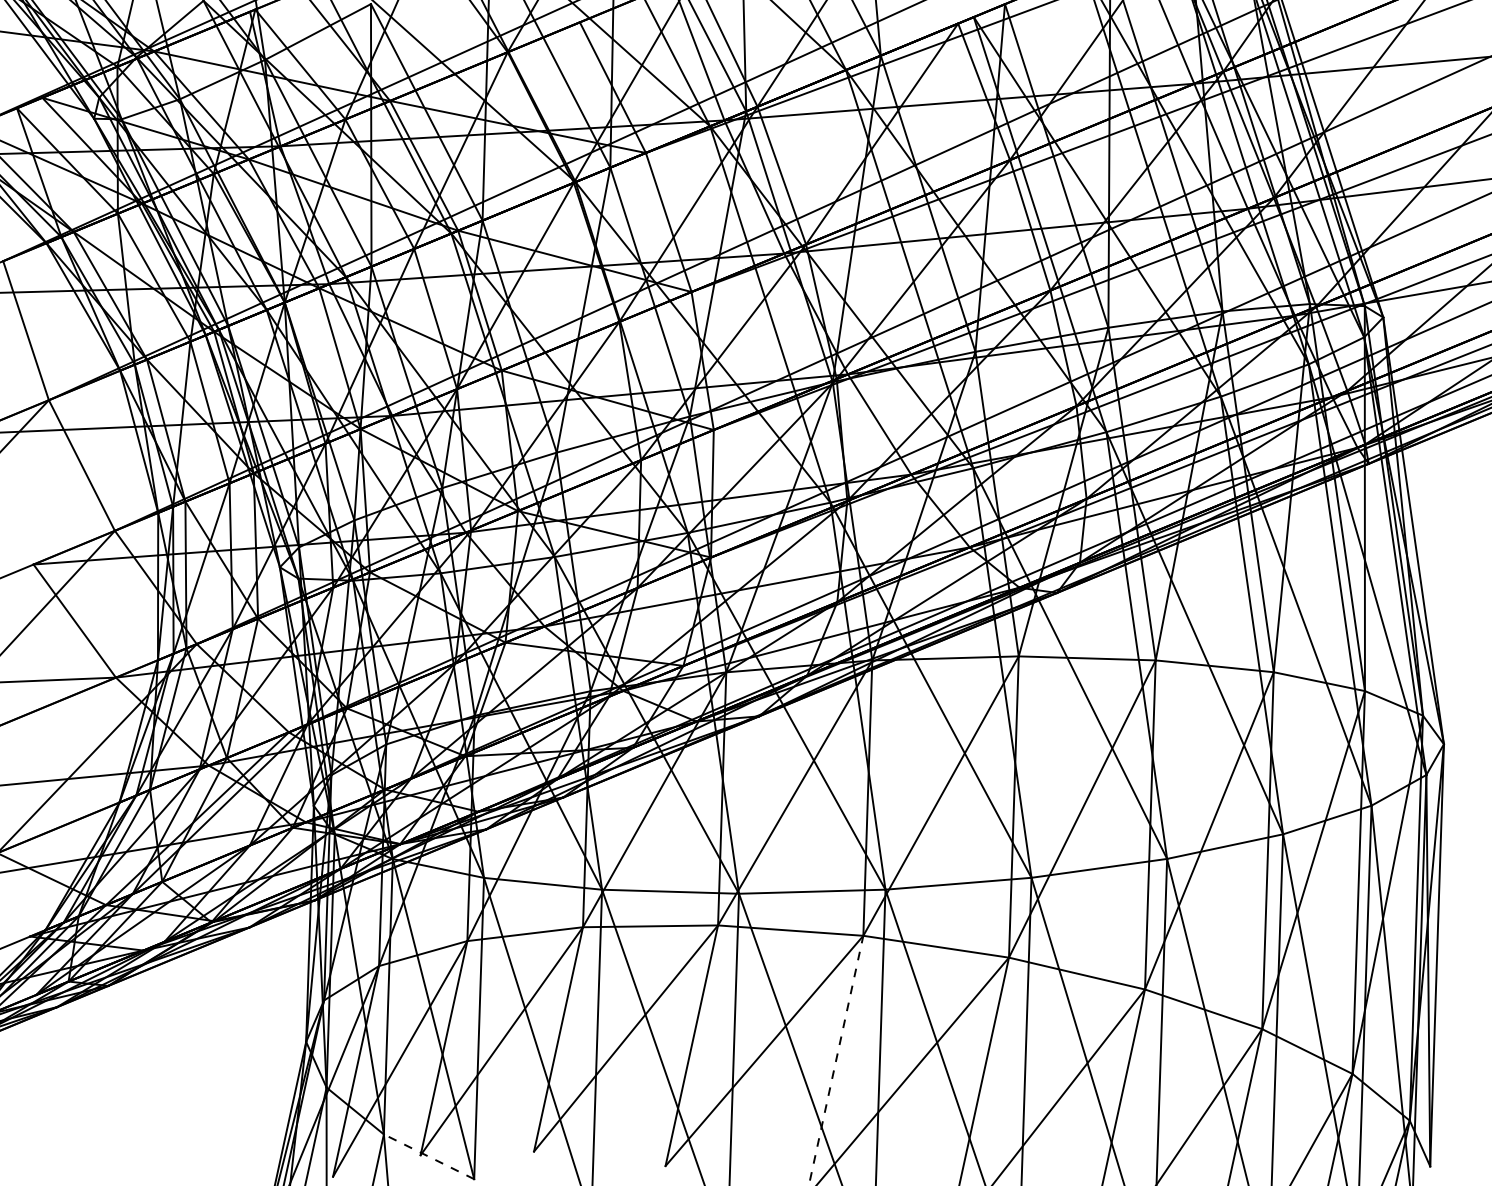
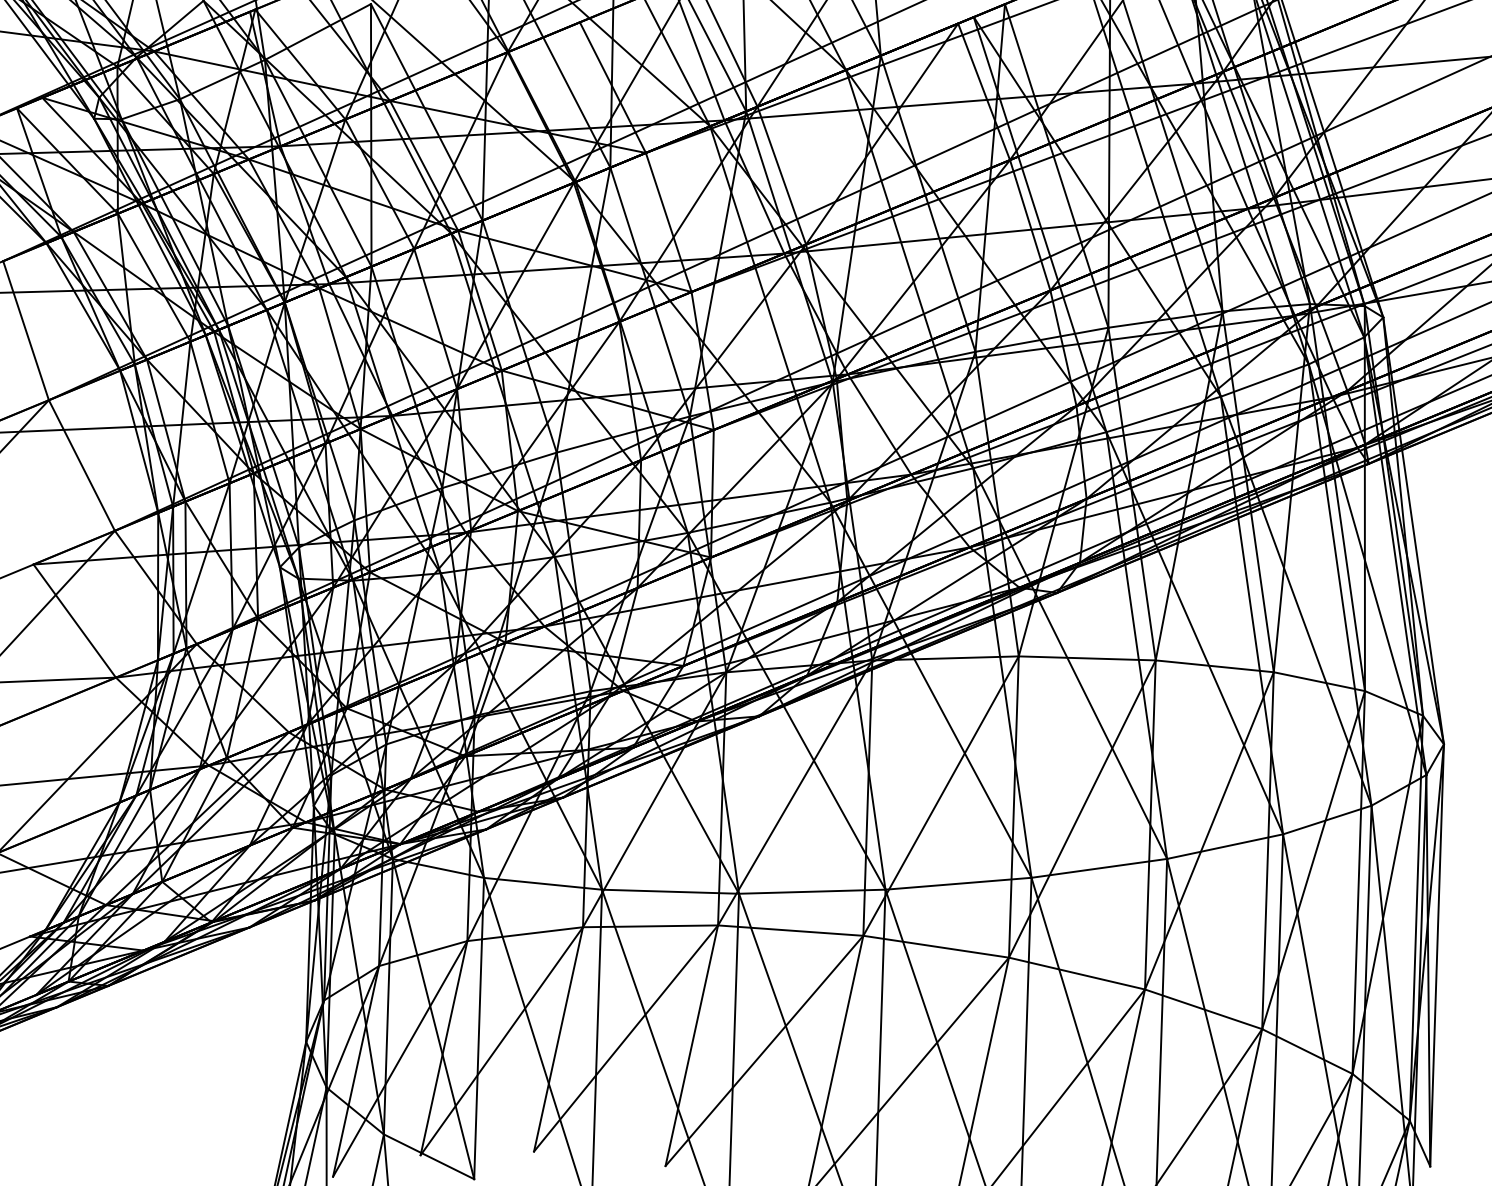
line at (836, 1060): dashed -> solid
line at (428, 1156): dashed -> solid
